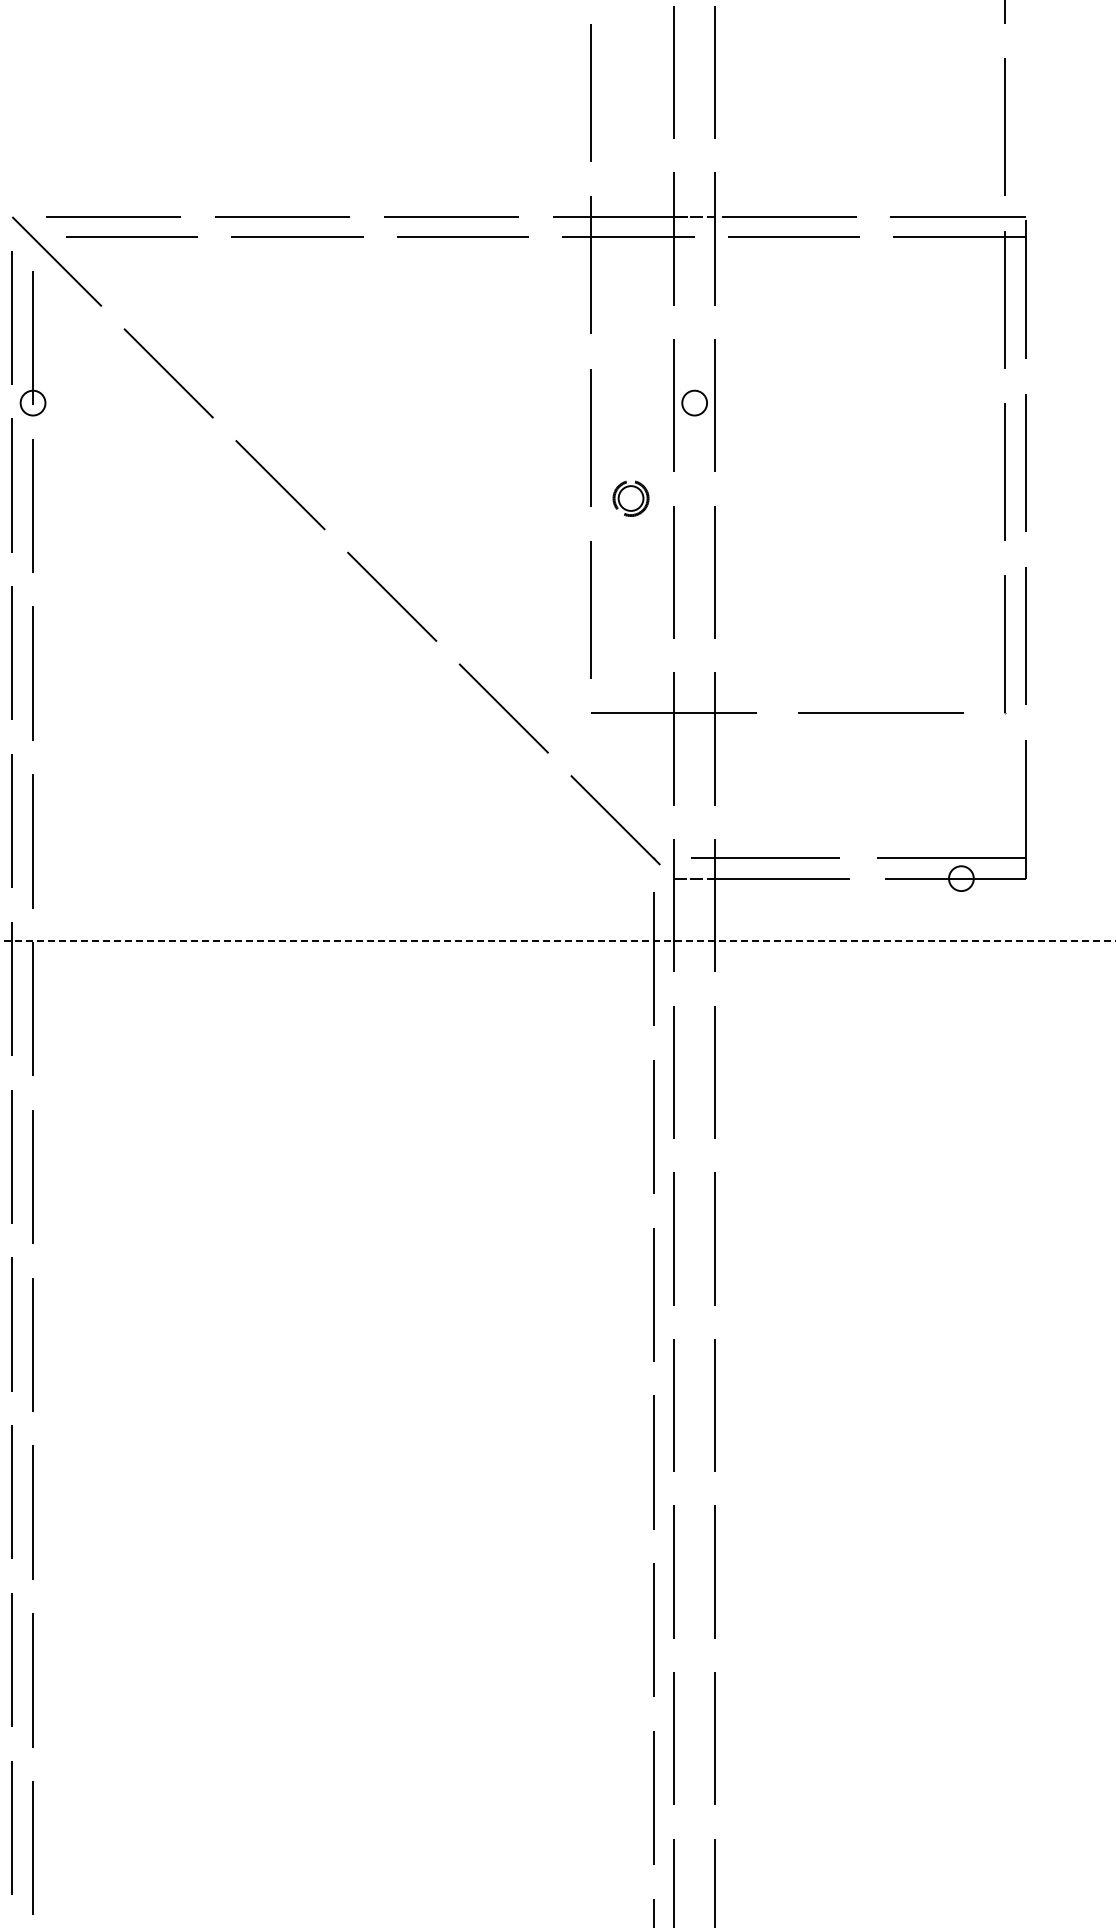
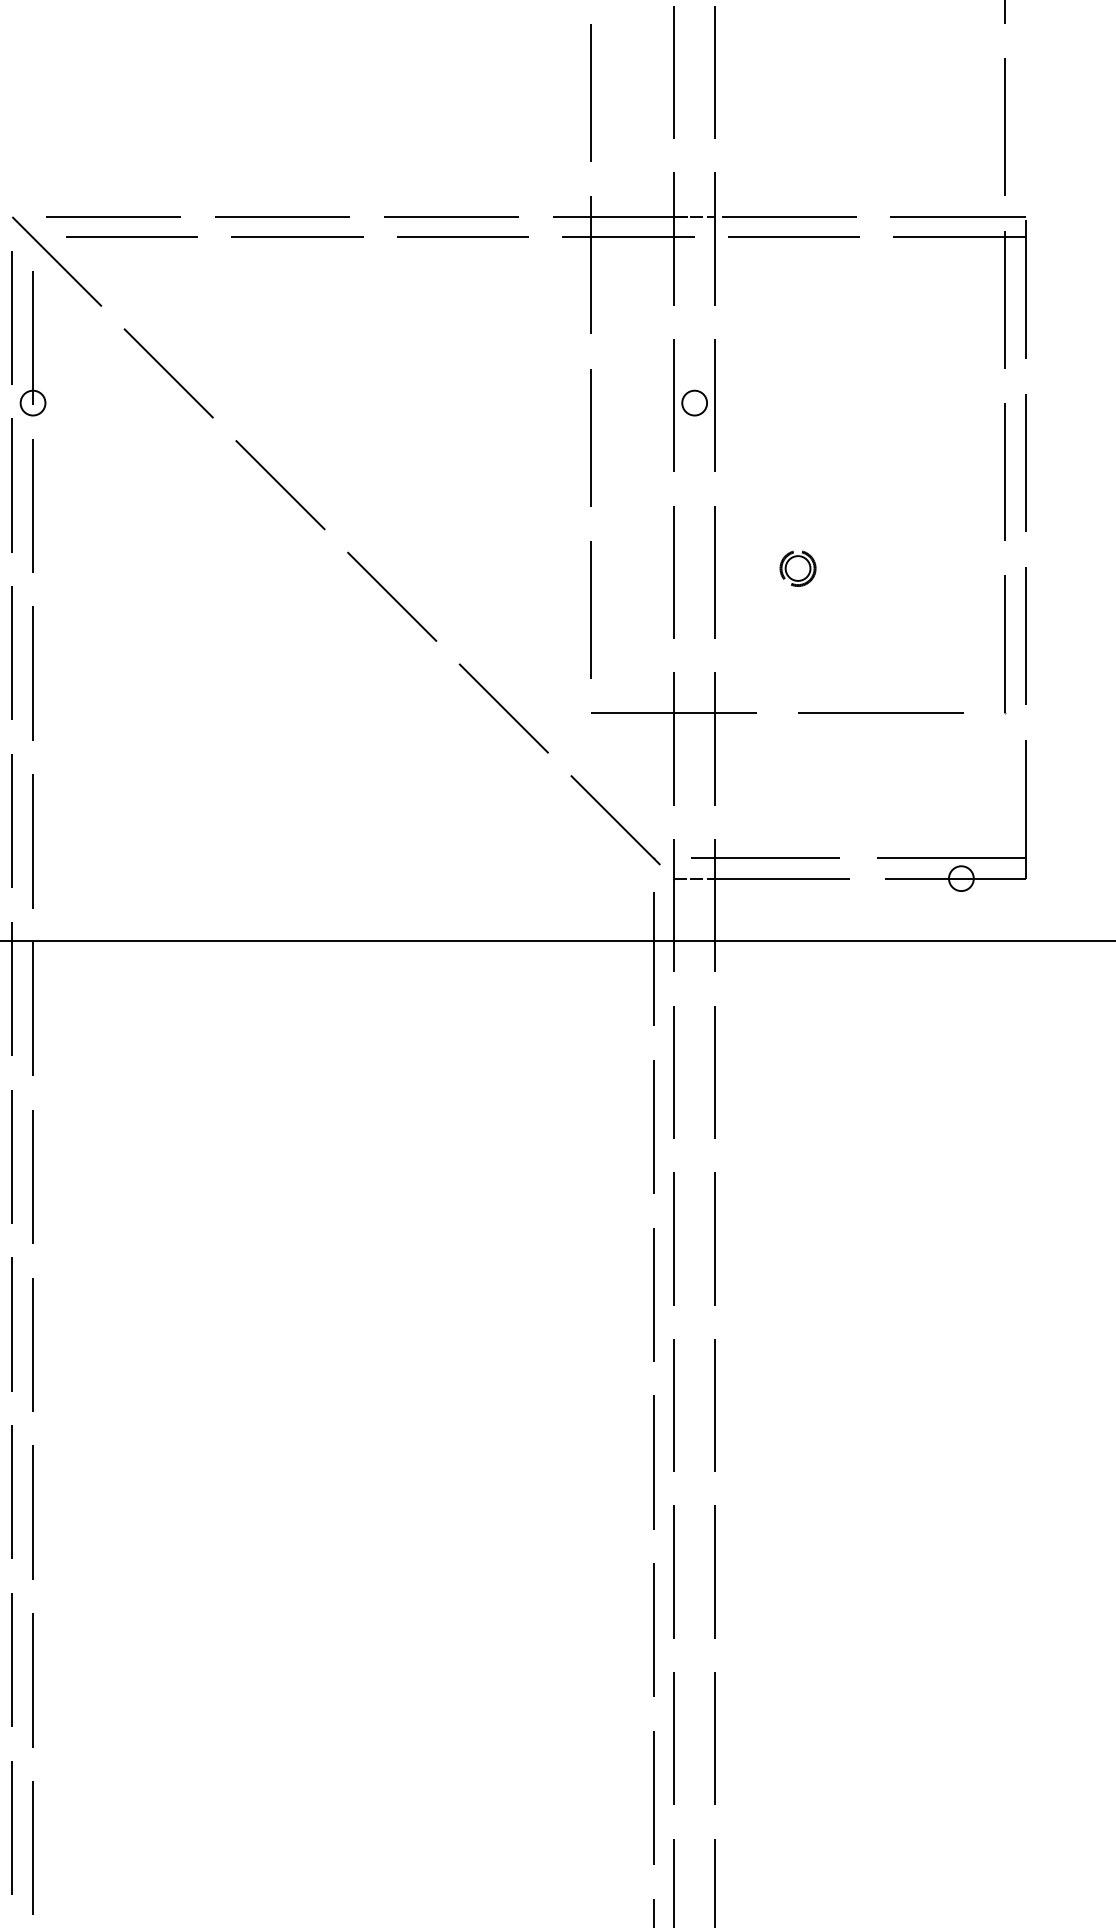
part at (630, 498) position: (630, 498) -> (797, 568)
line at (558, 940): dashed -> solid
